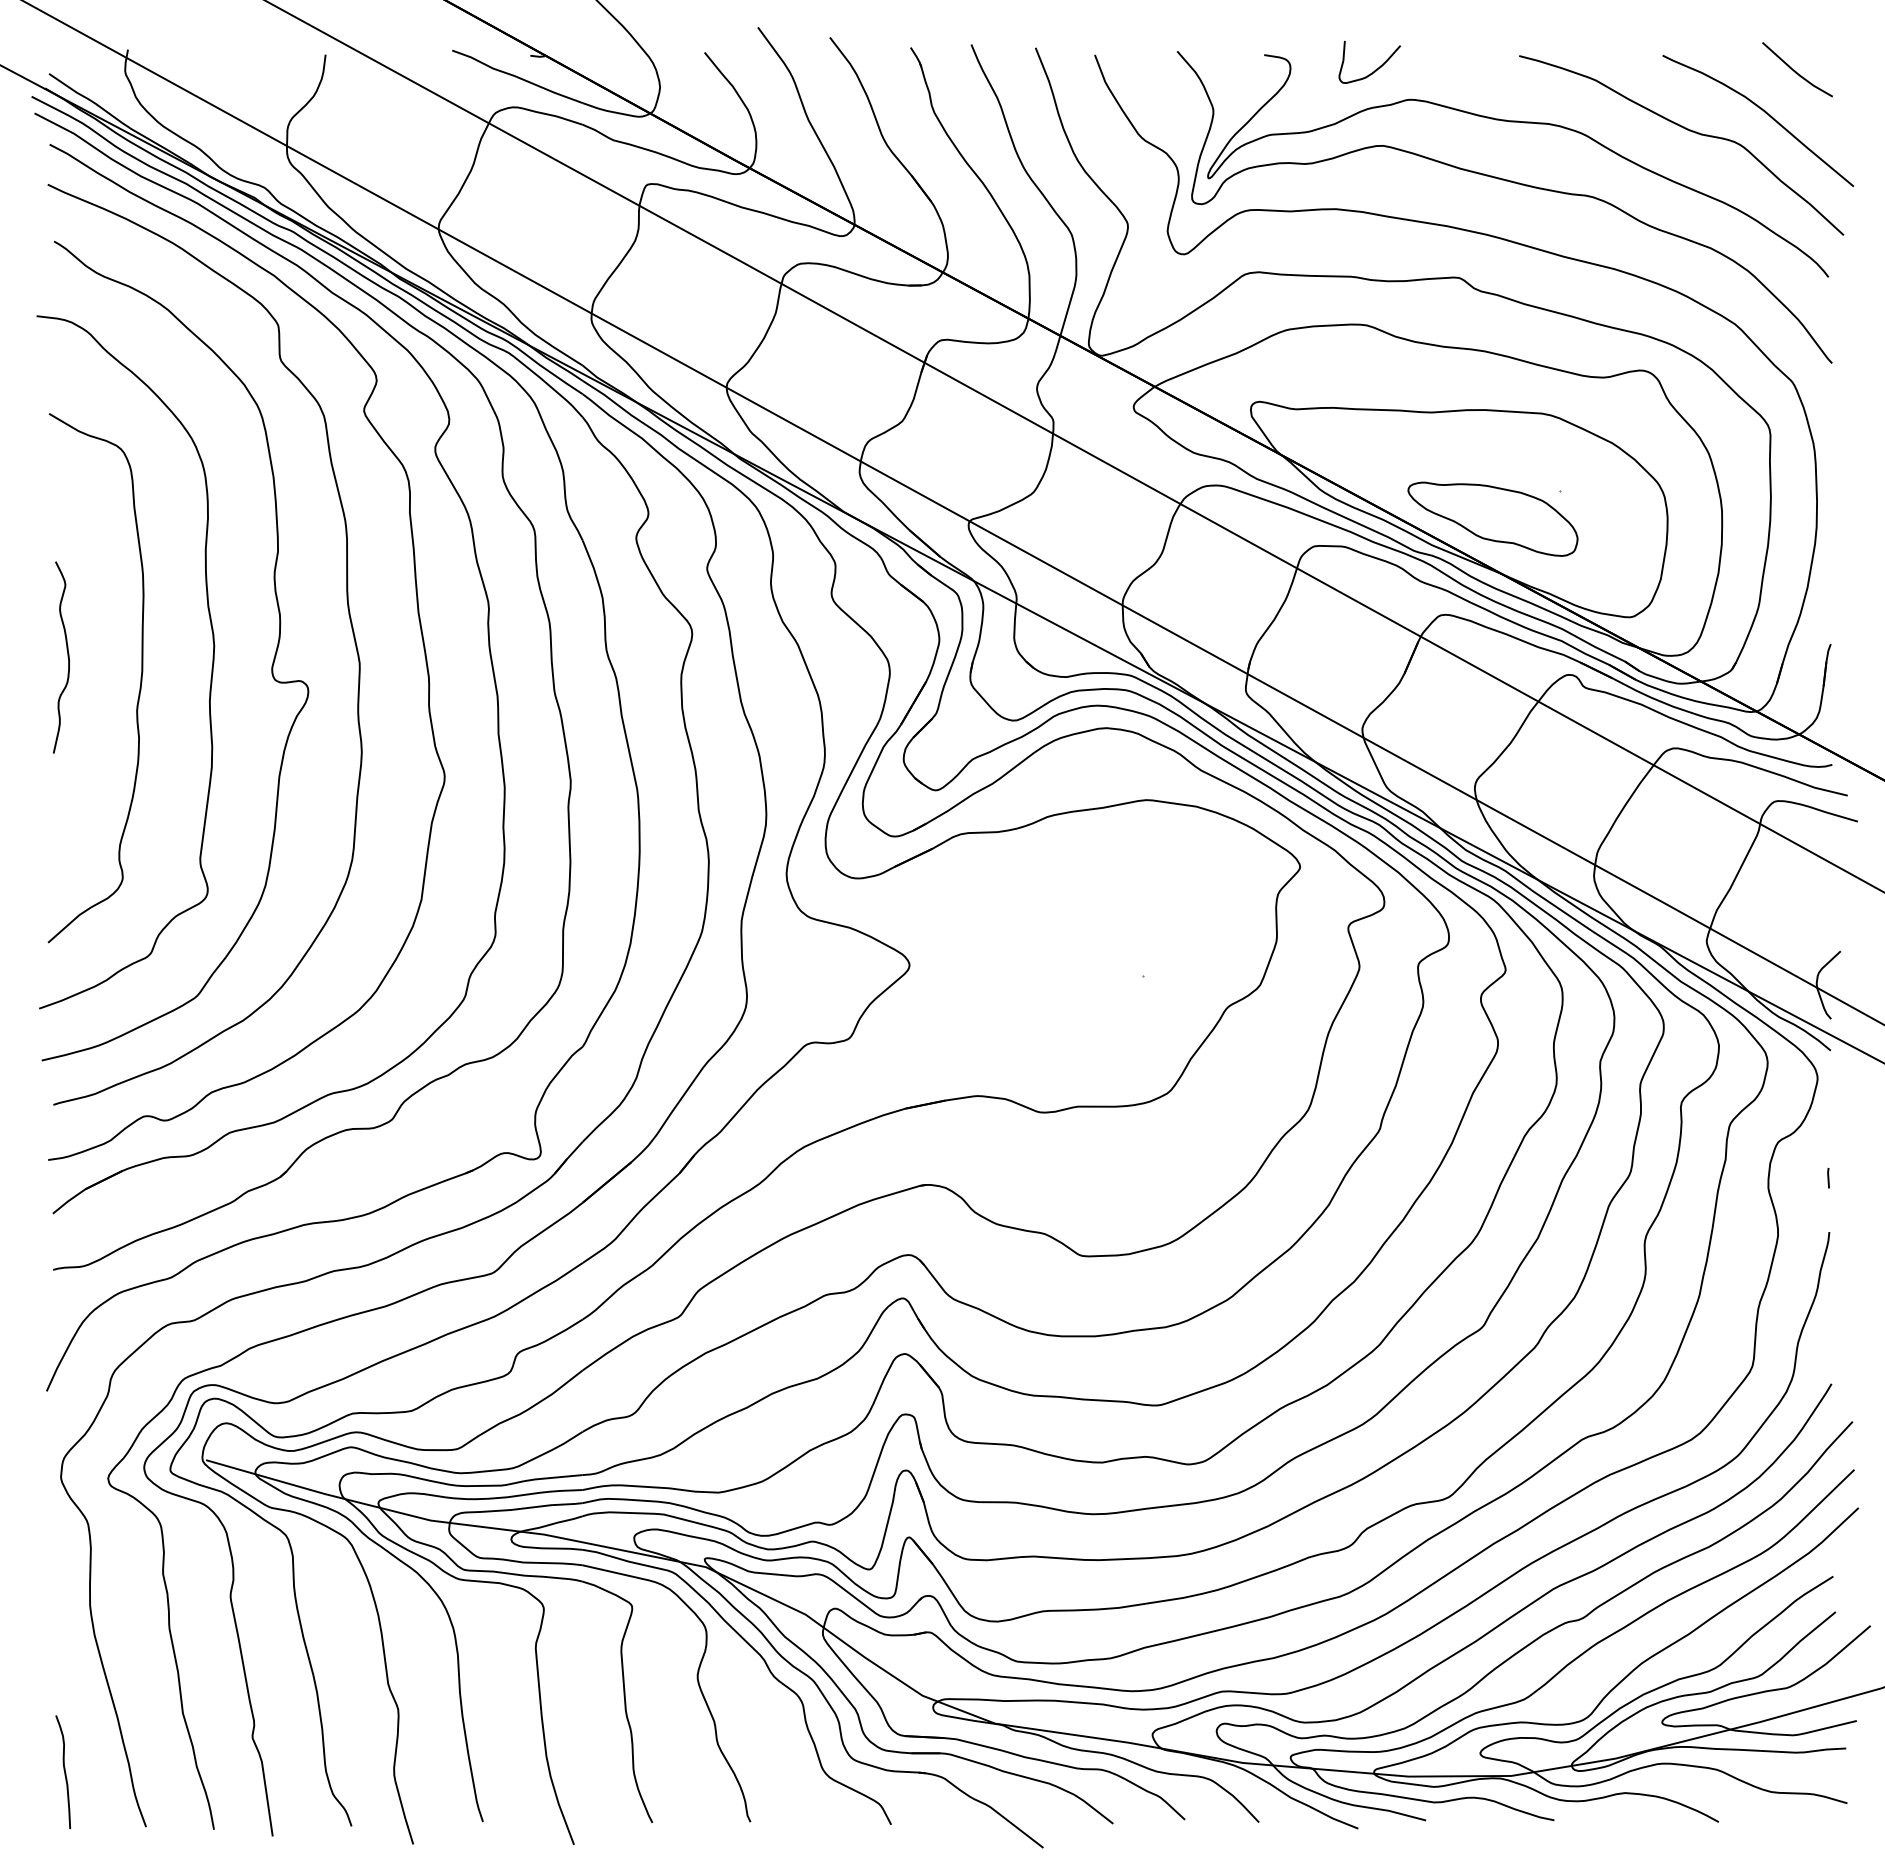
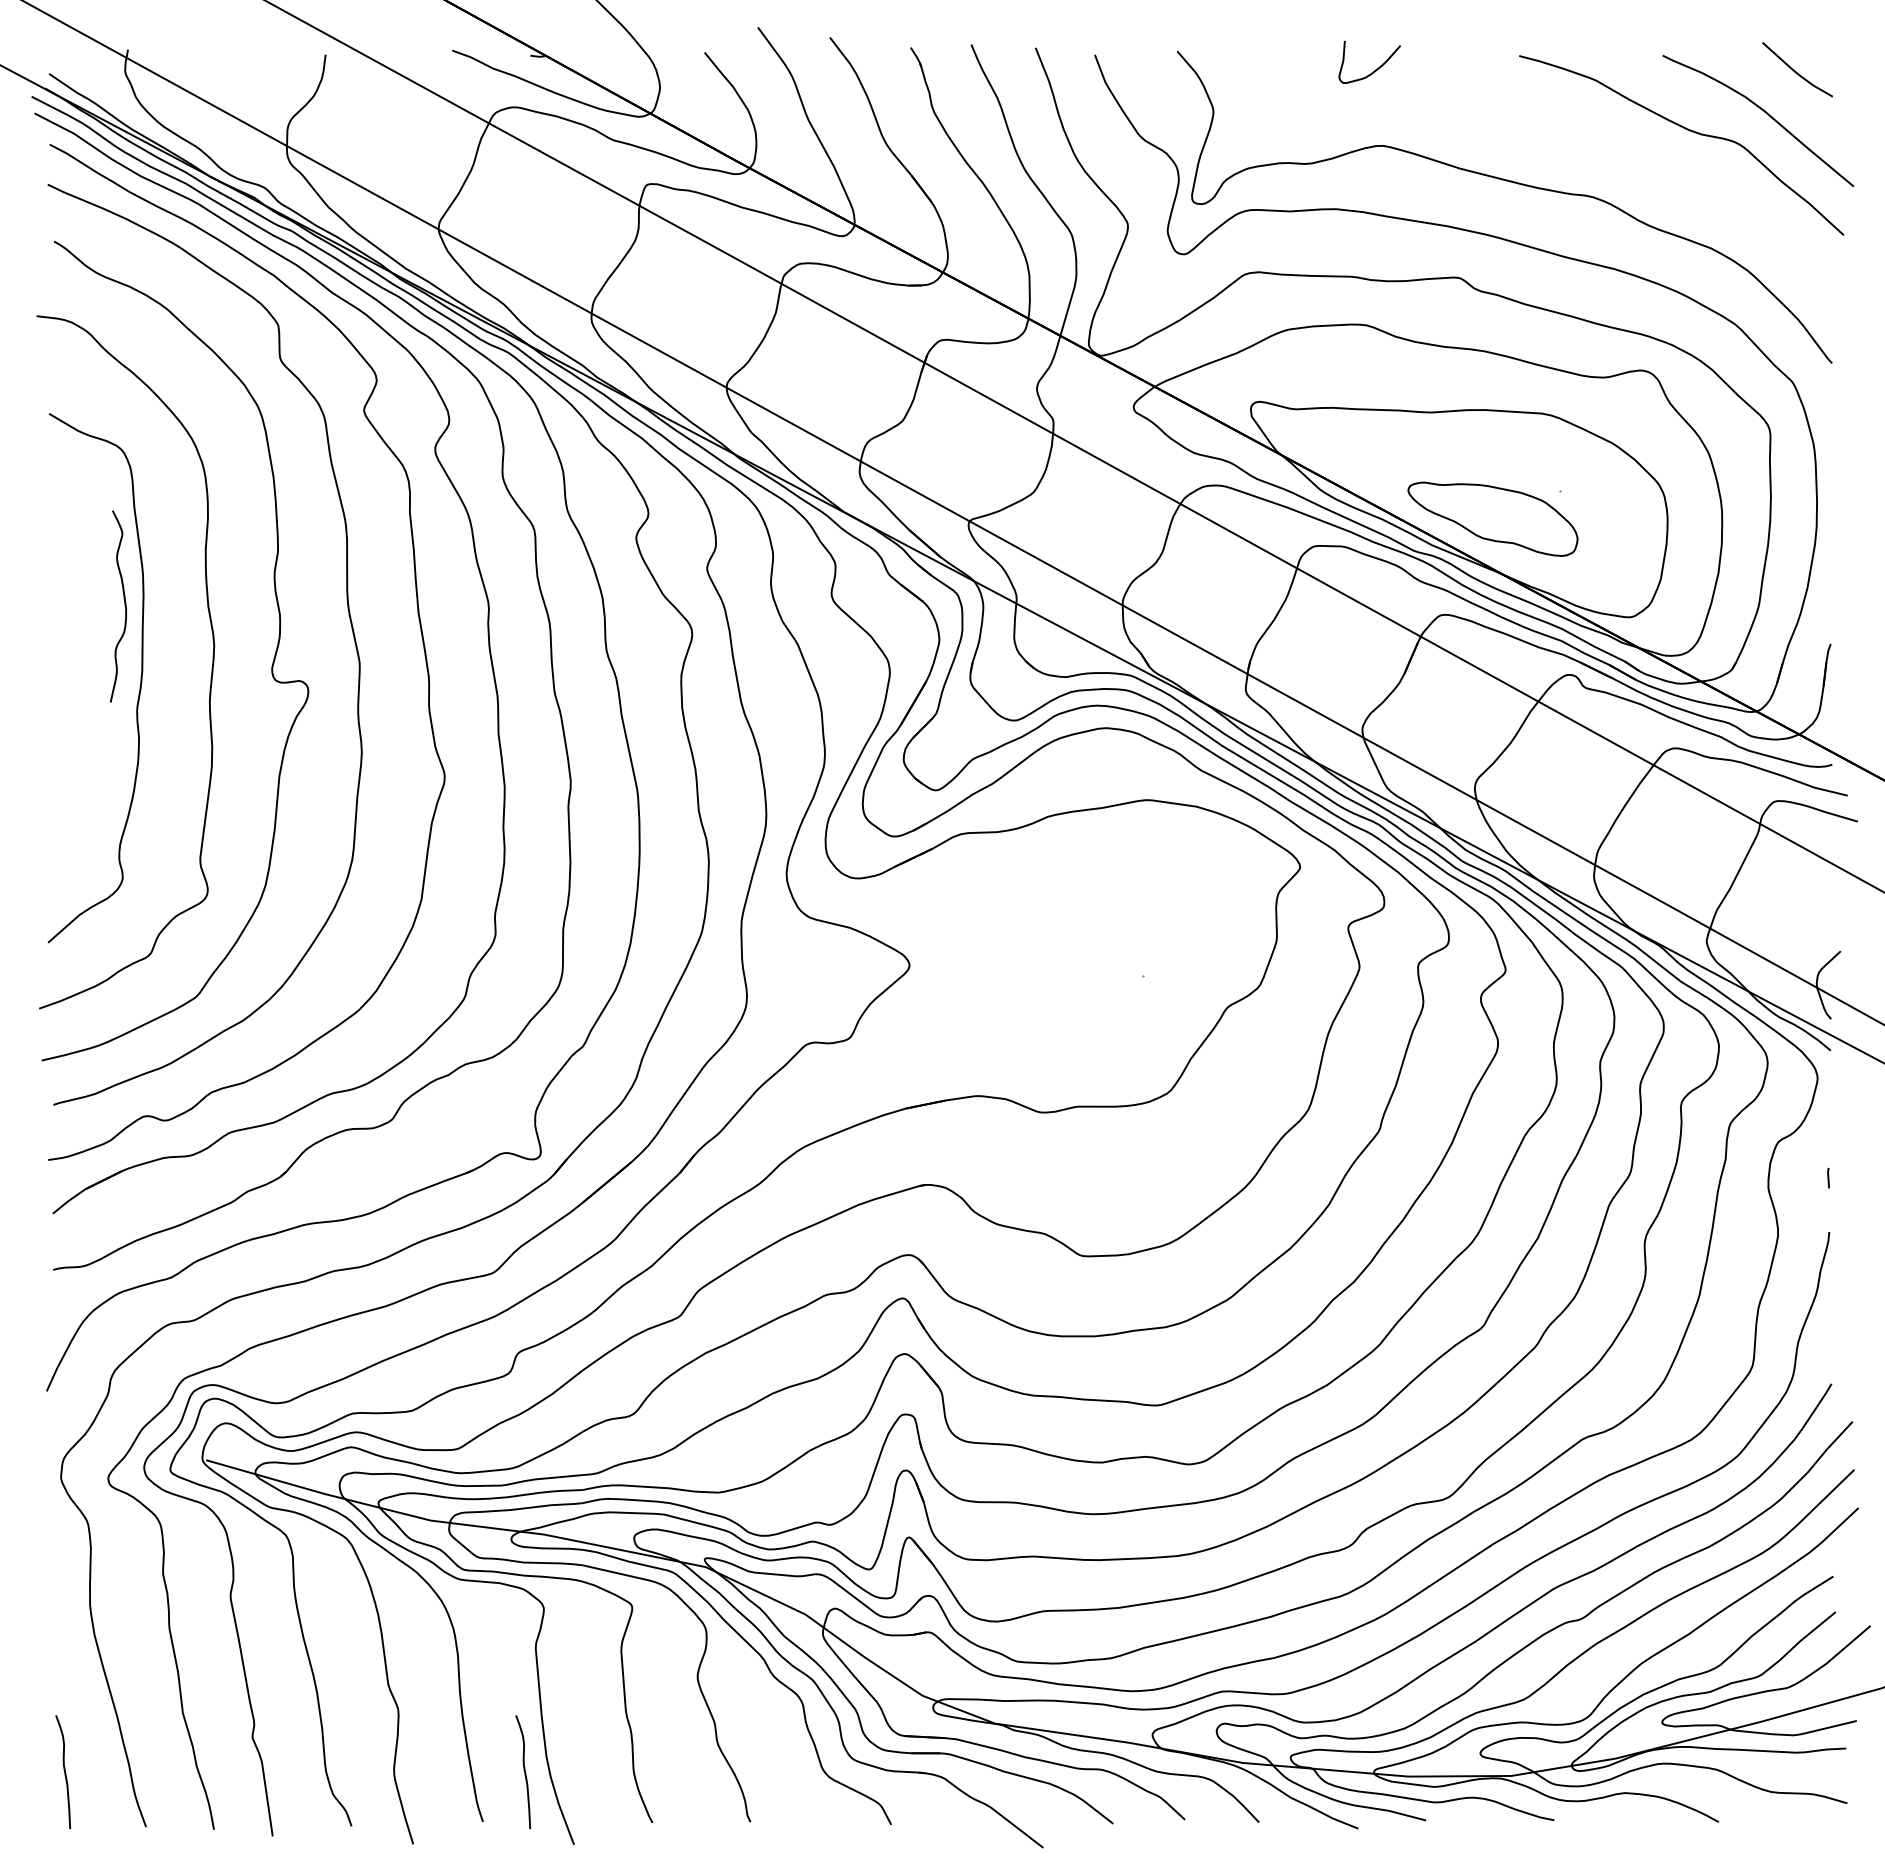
curve at (1523, 123): present -> none
curve at (67, 657) position: (67, 657) -> (124, 606)
curve at (524, 1772): none -> present
